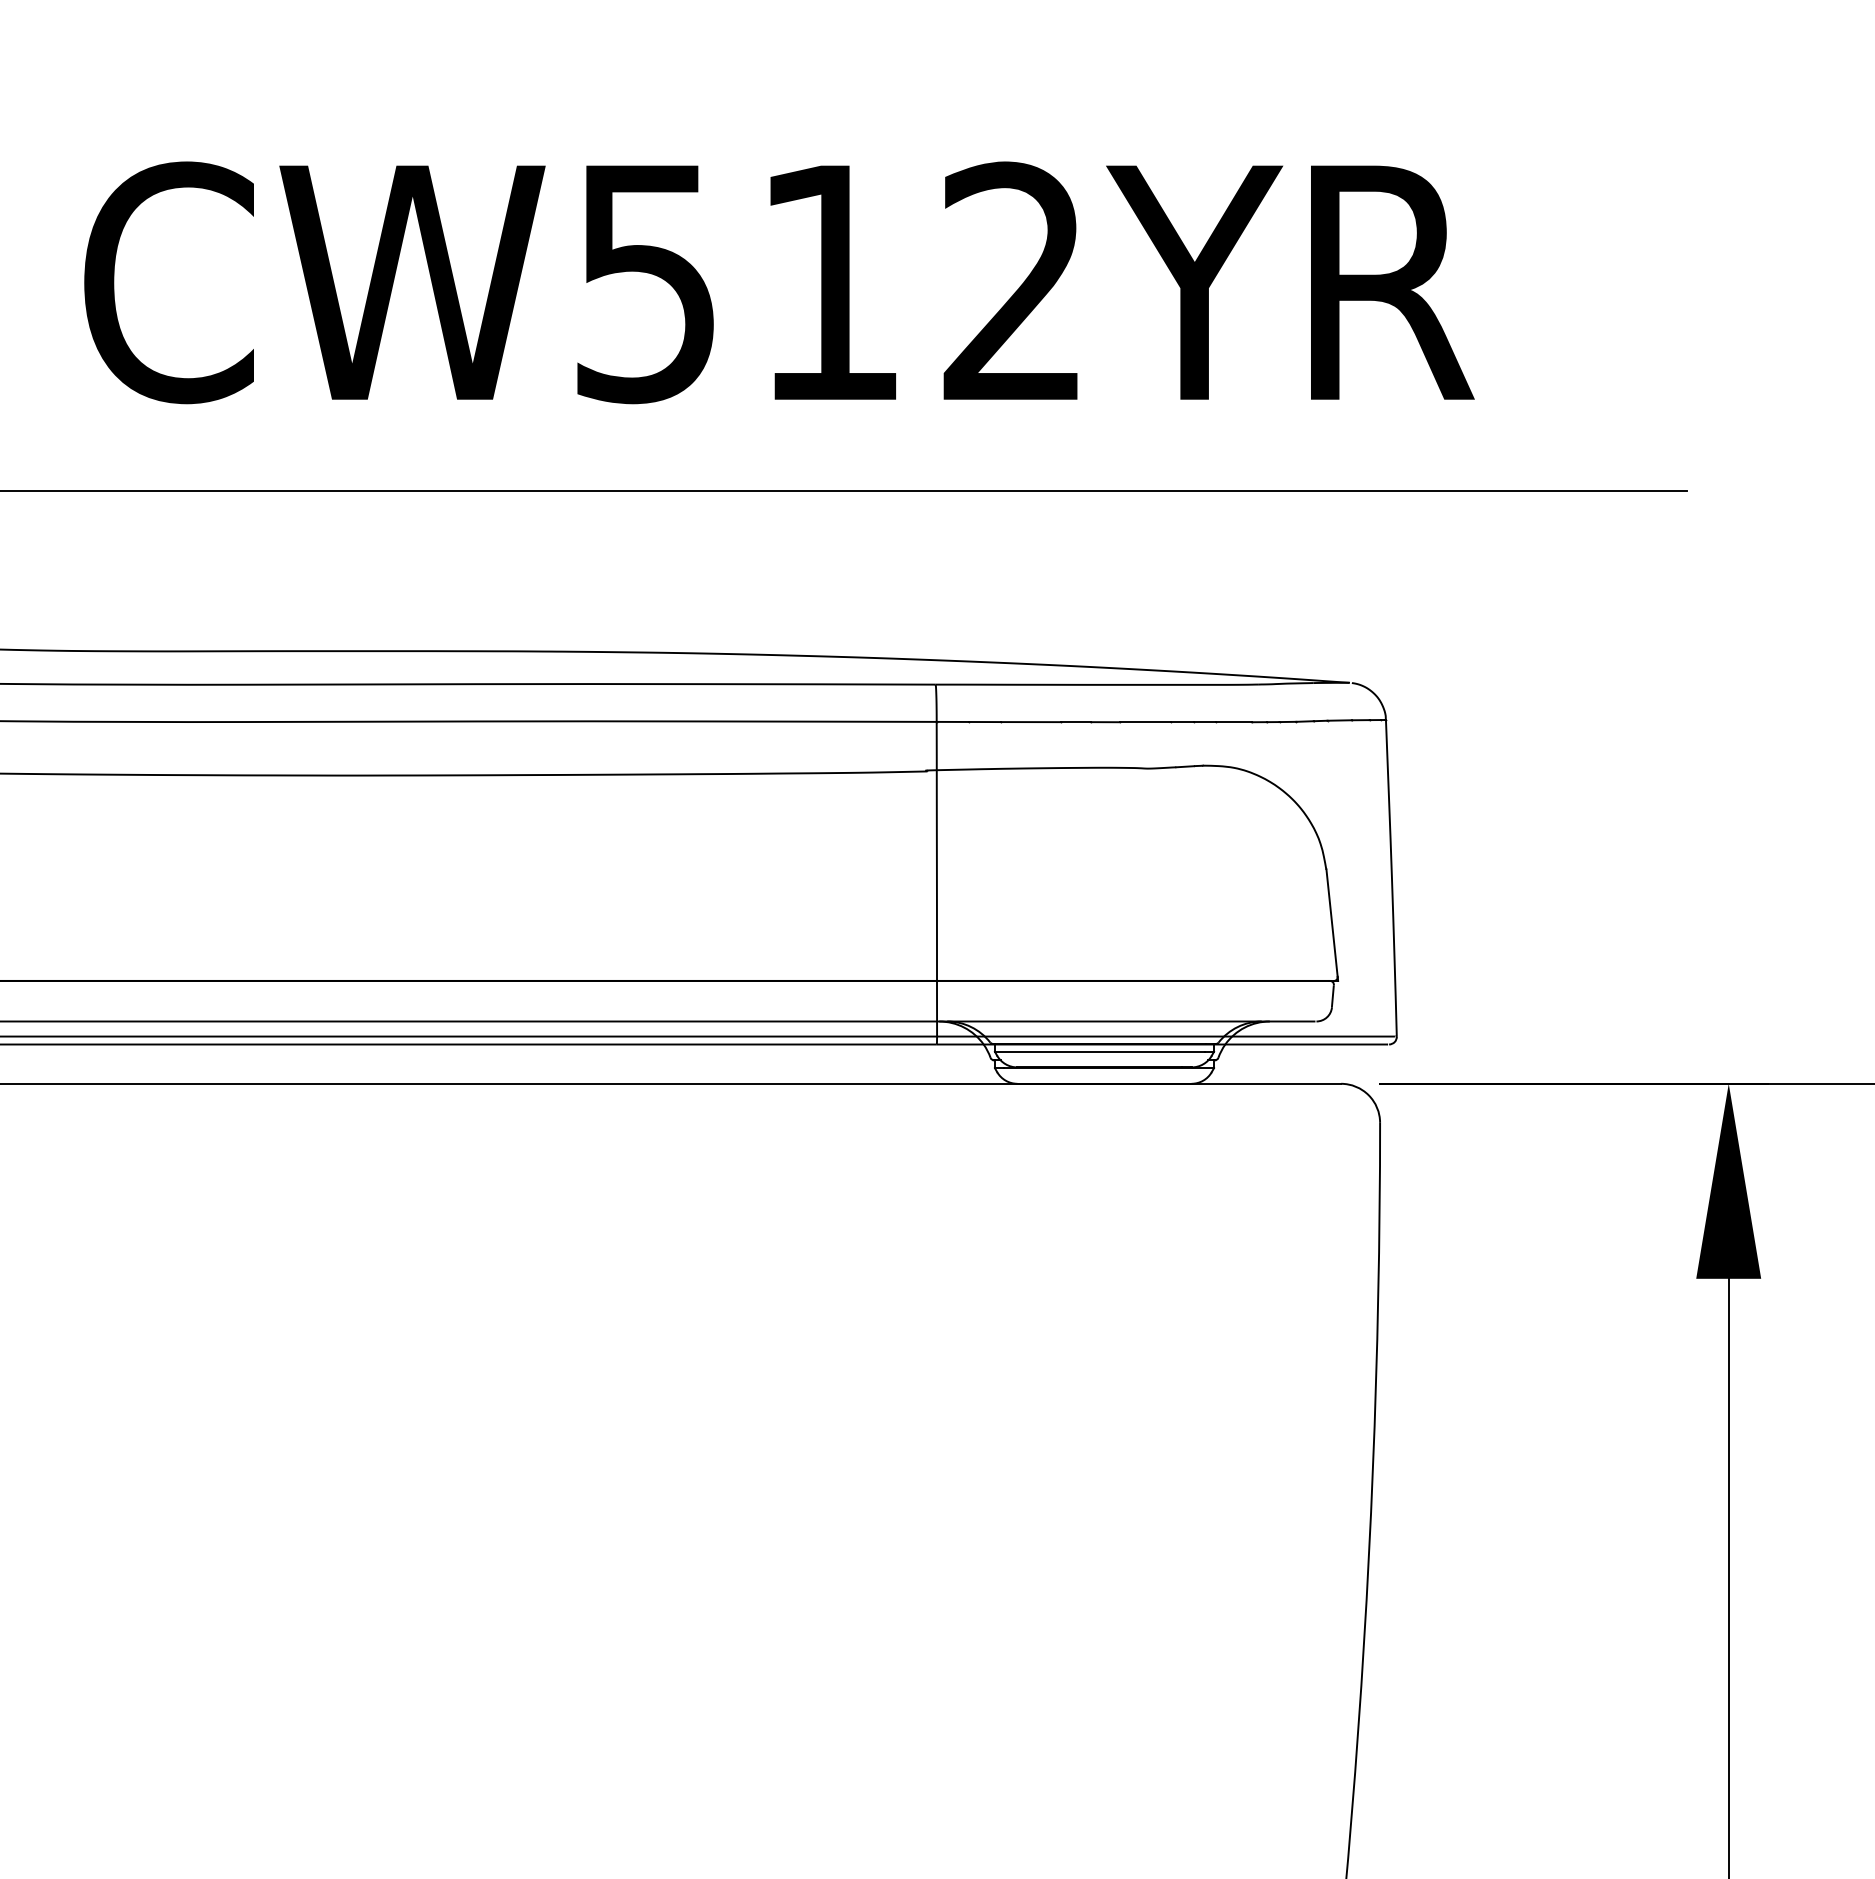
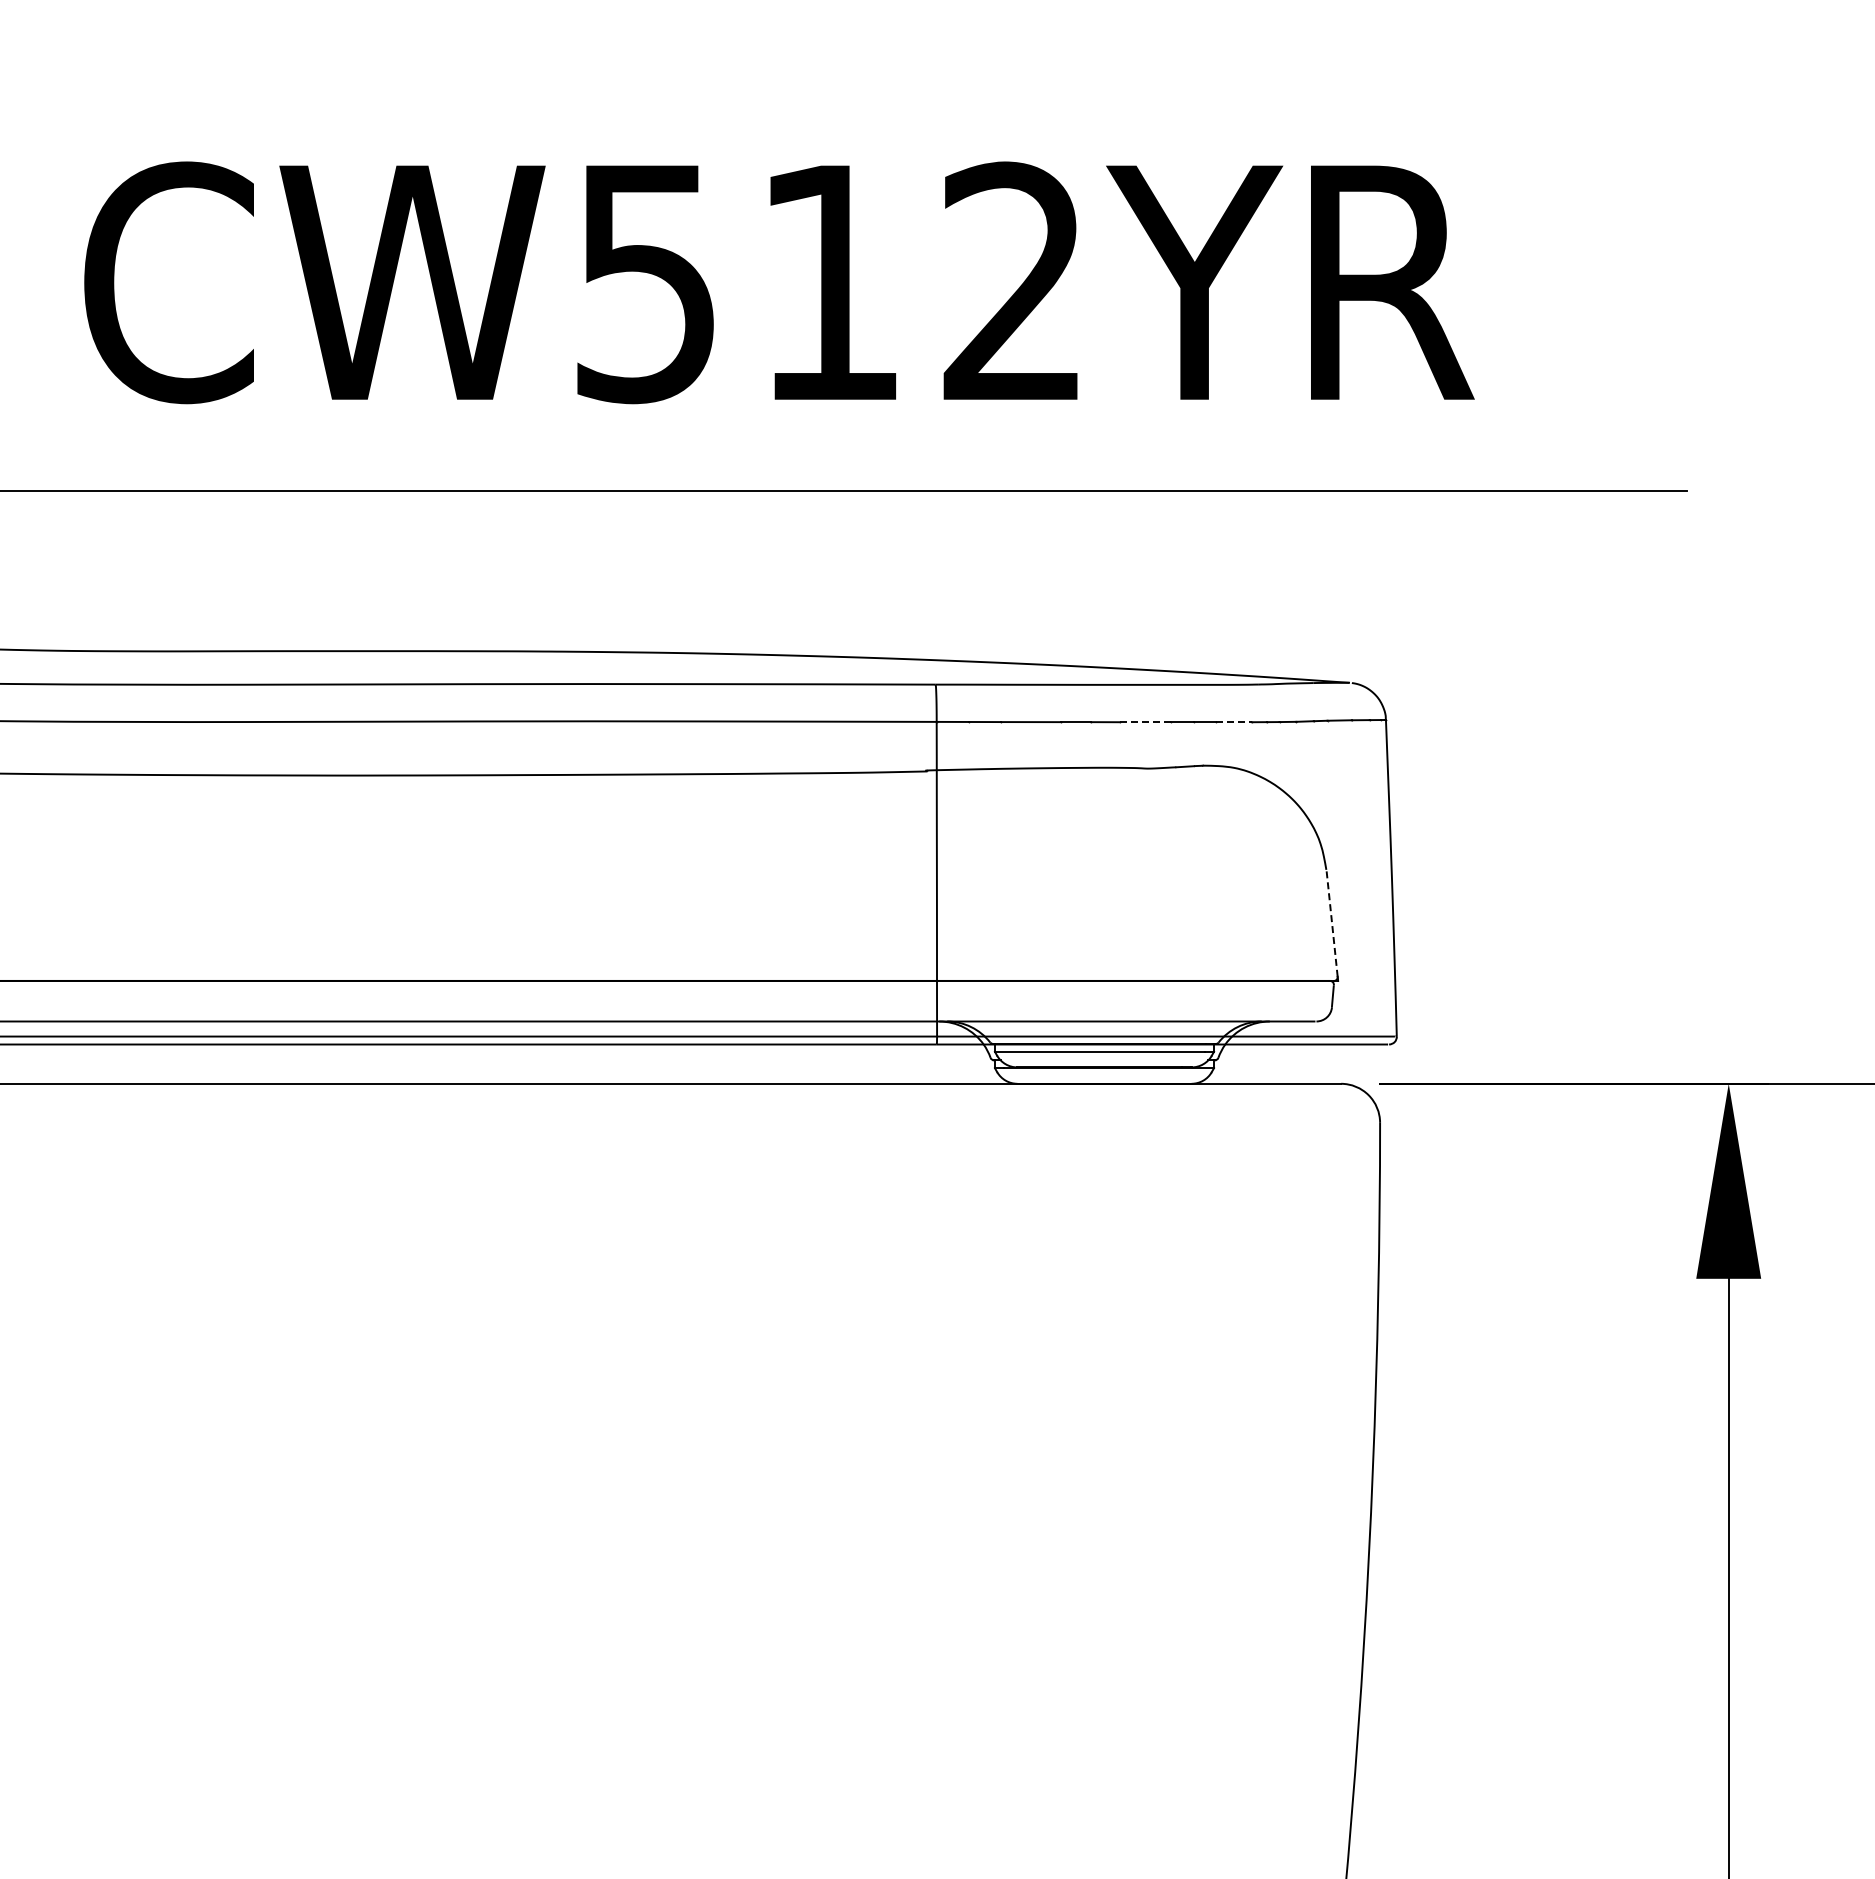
line at (1145, 722): solid -> dashed
line at (1233, 722): solid -> dashed
line at (1332, 923): solid -> dashed
